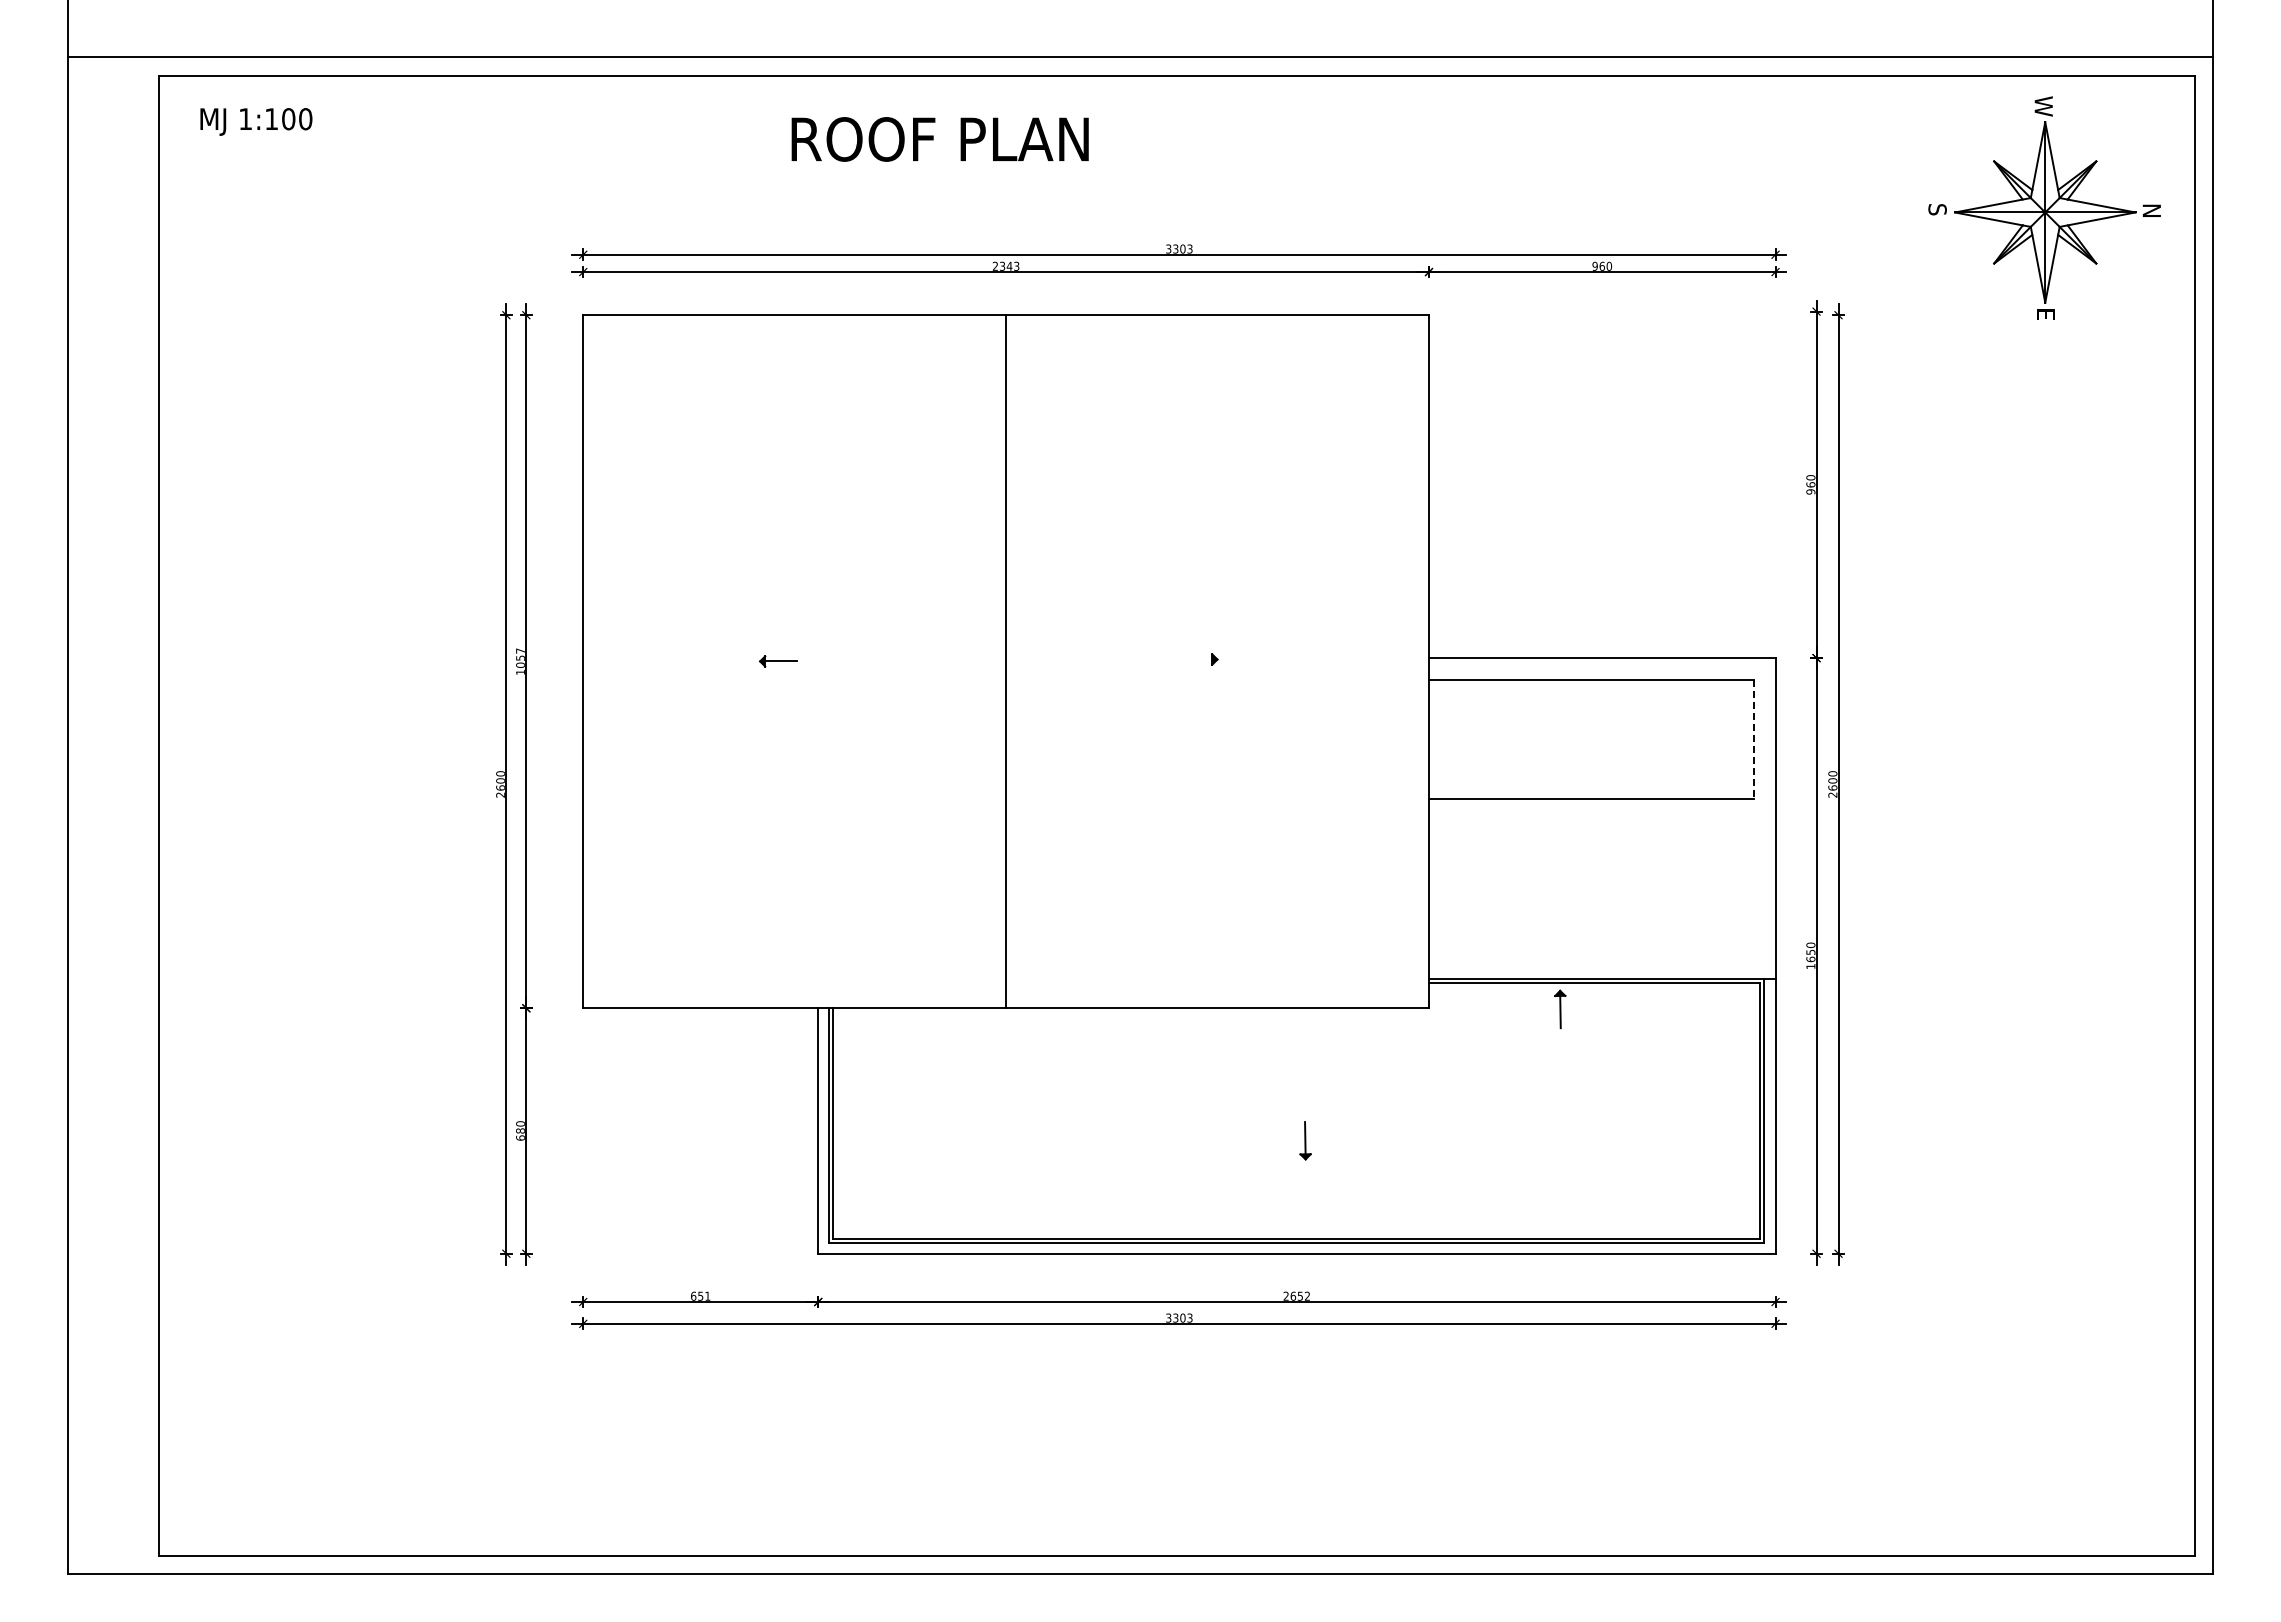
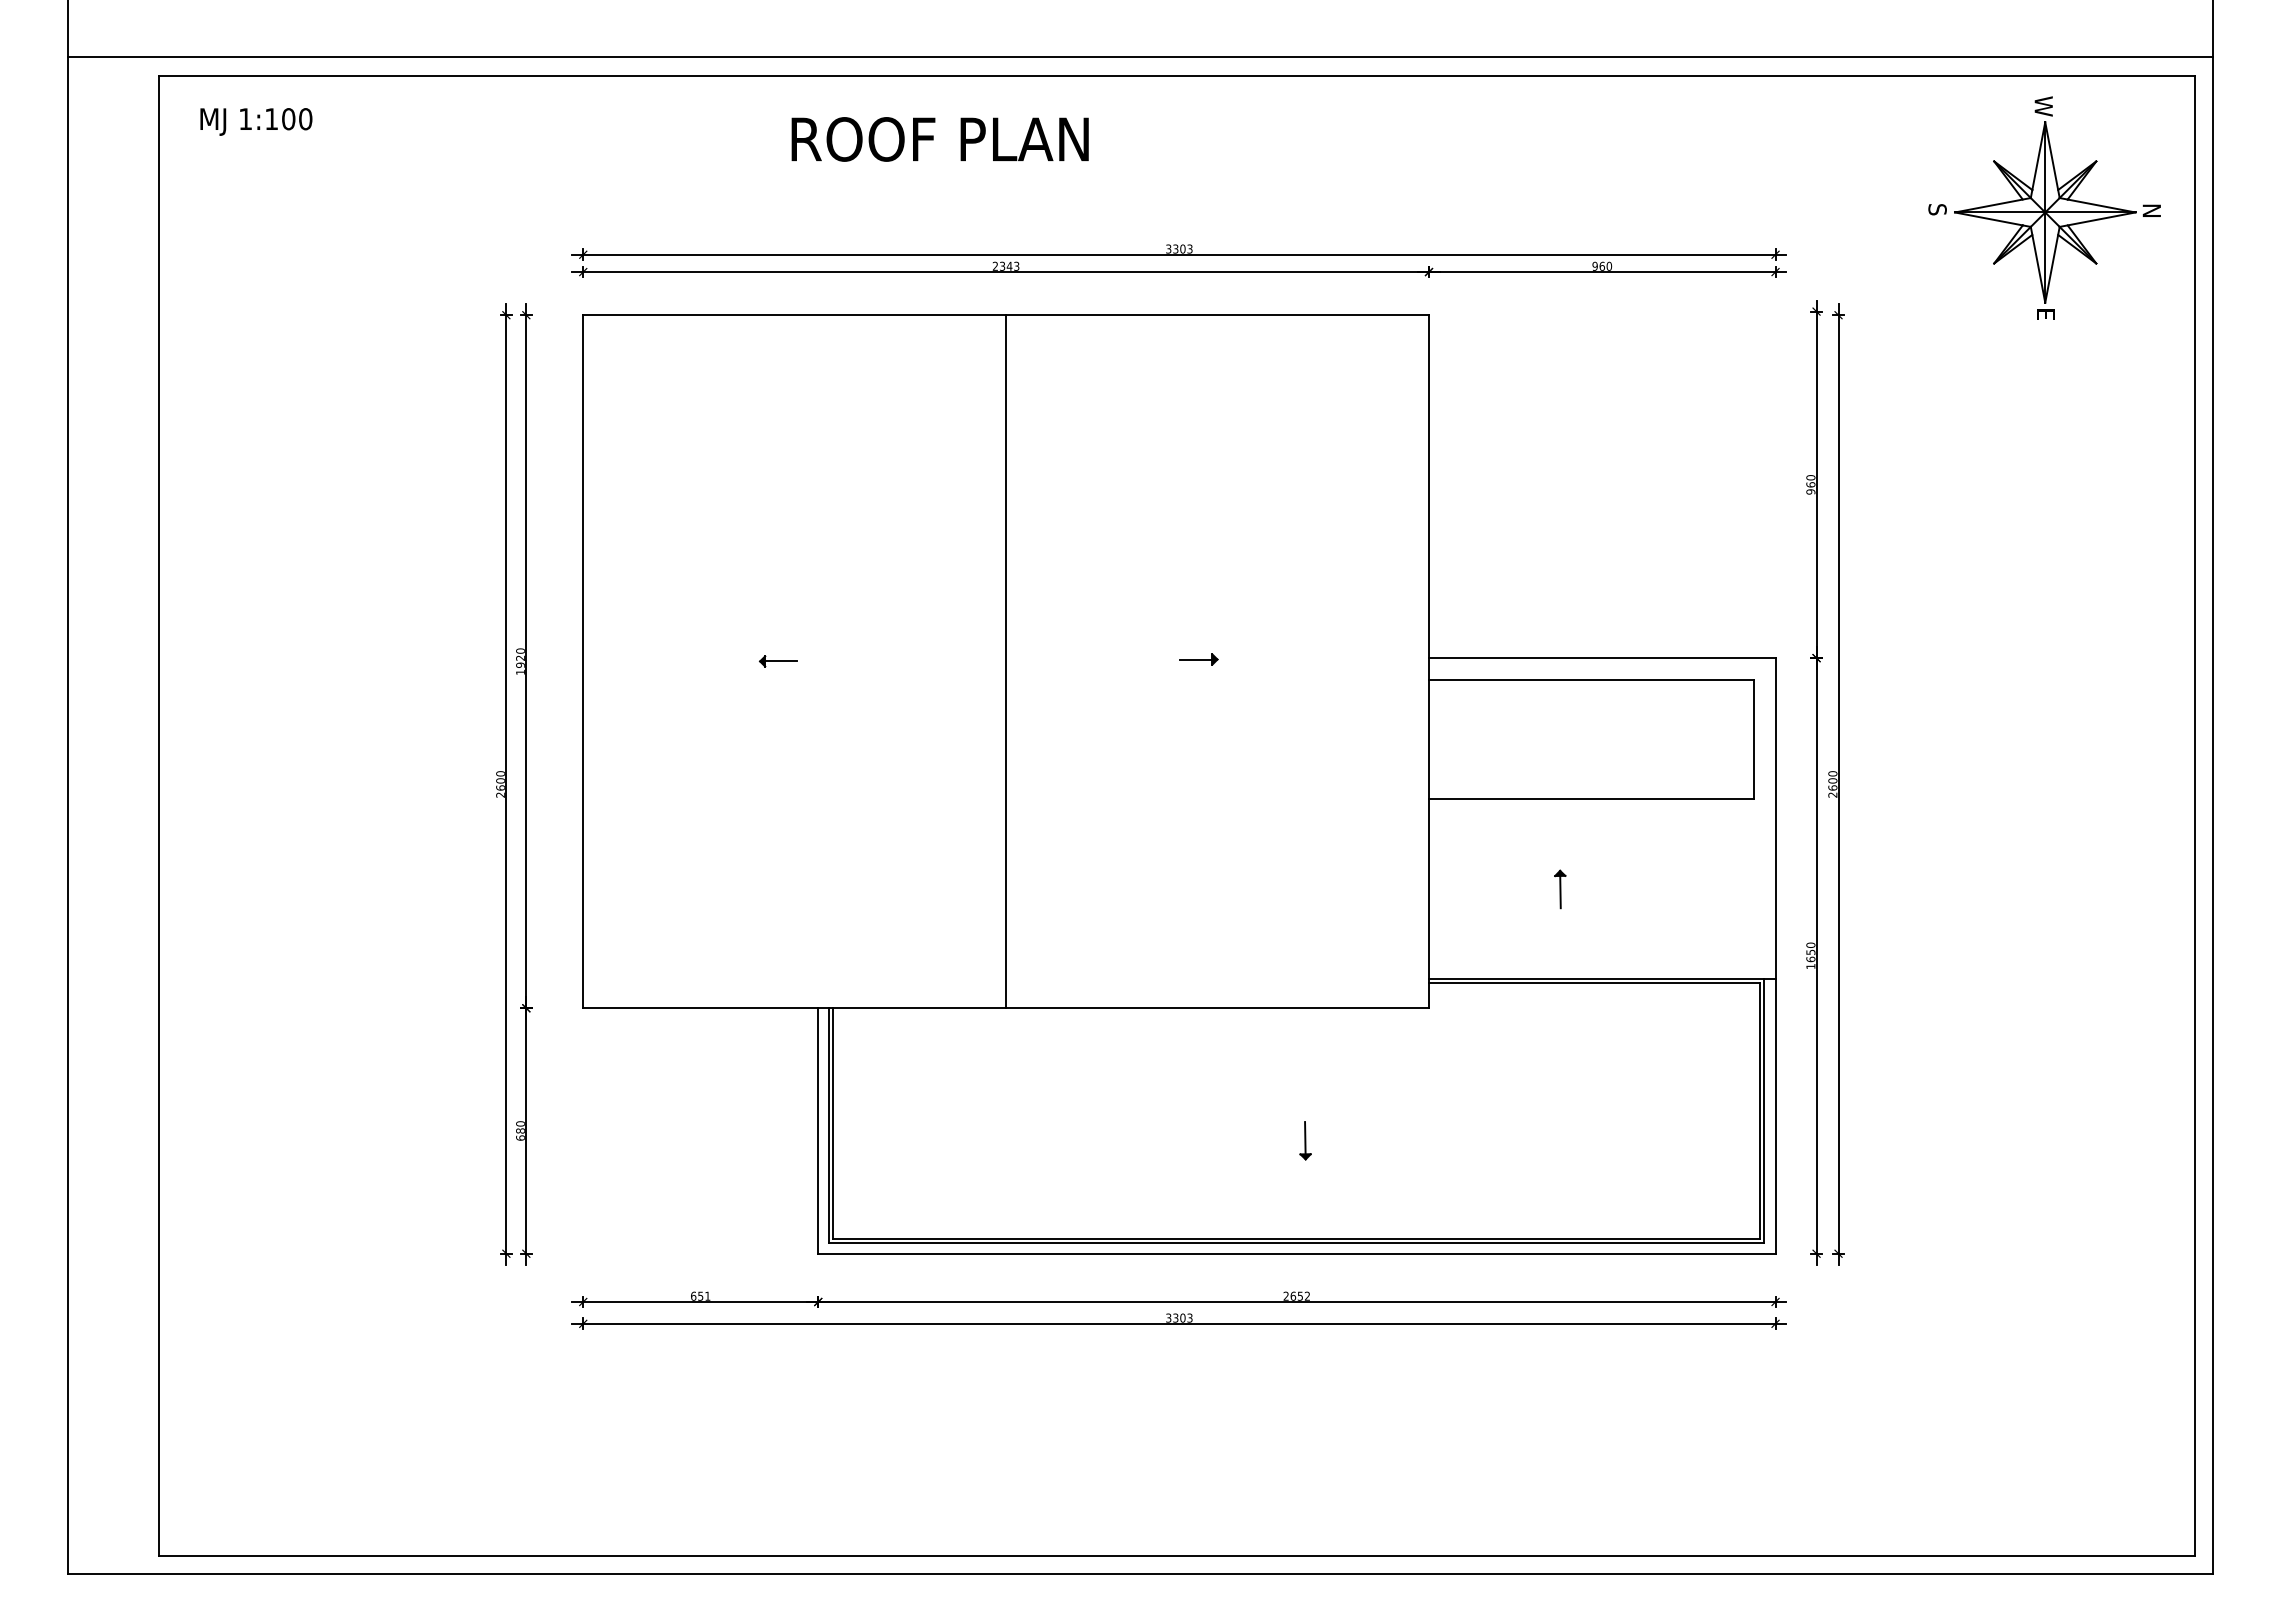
text at (520, 657): 1057 -> 1920
line at (1196, 659): none -> present
line at (1753, 739): dashed -> solid
part at (1560, 1009) position: (1560, 1009) -> (1560, 889)
